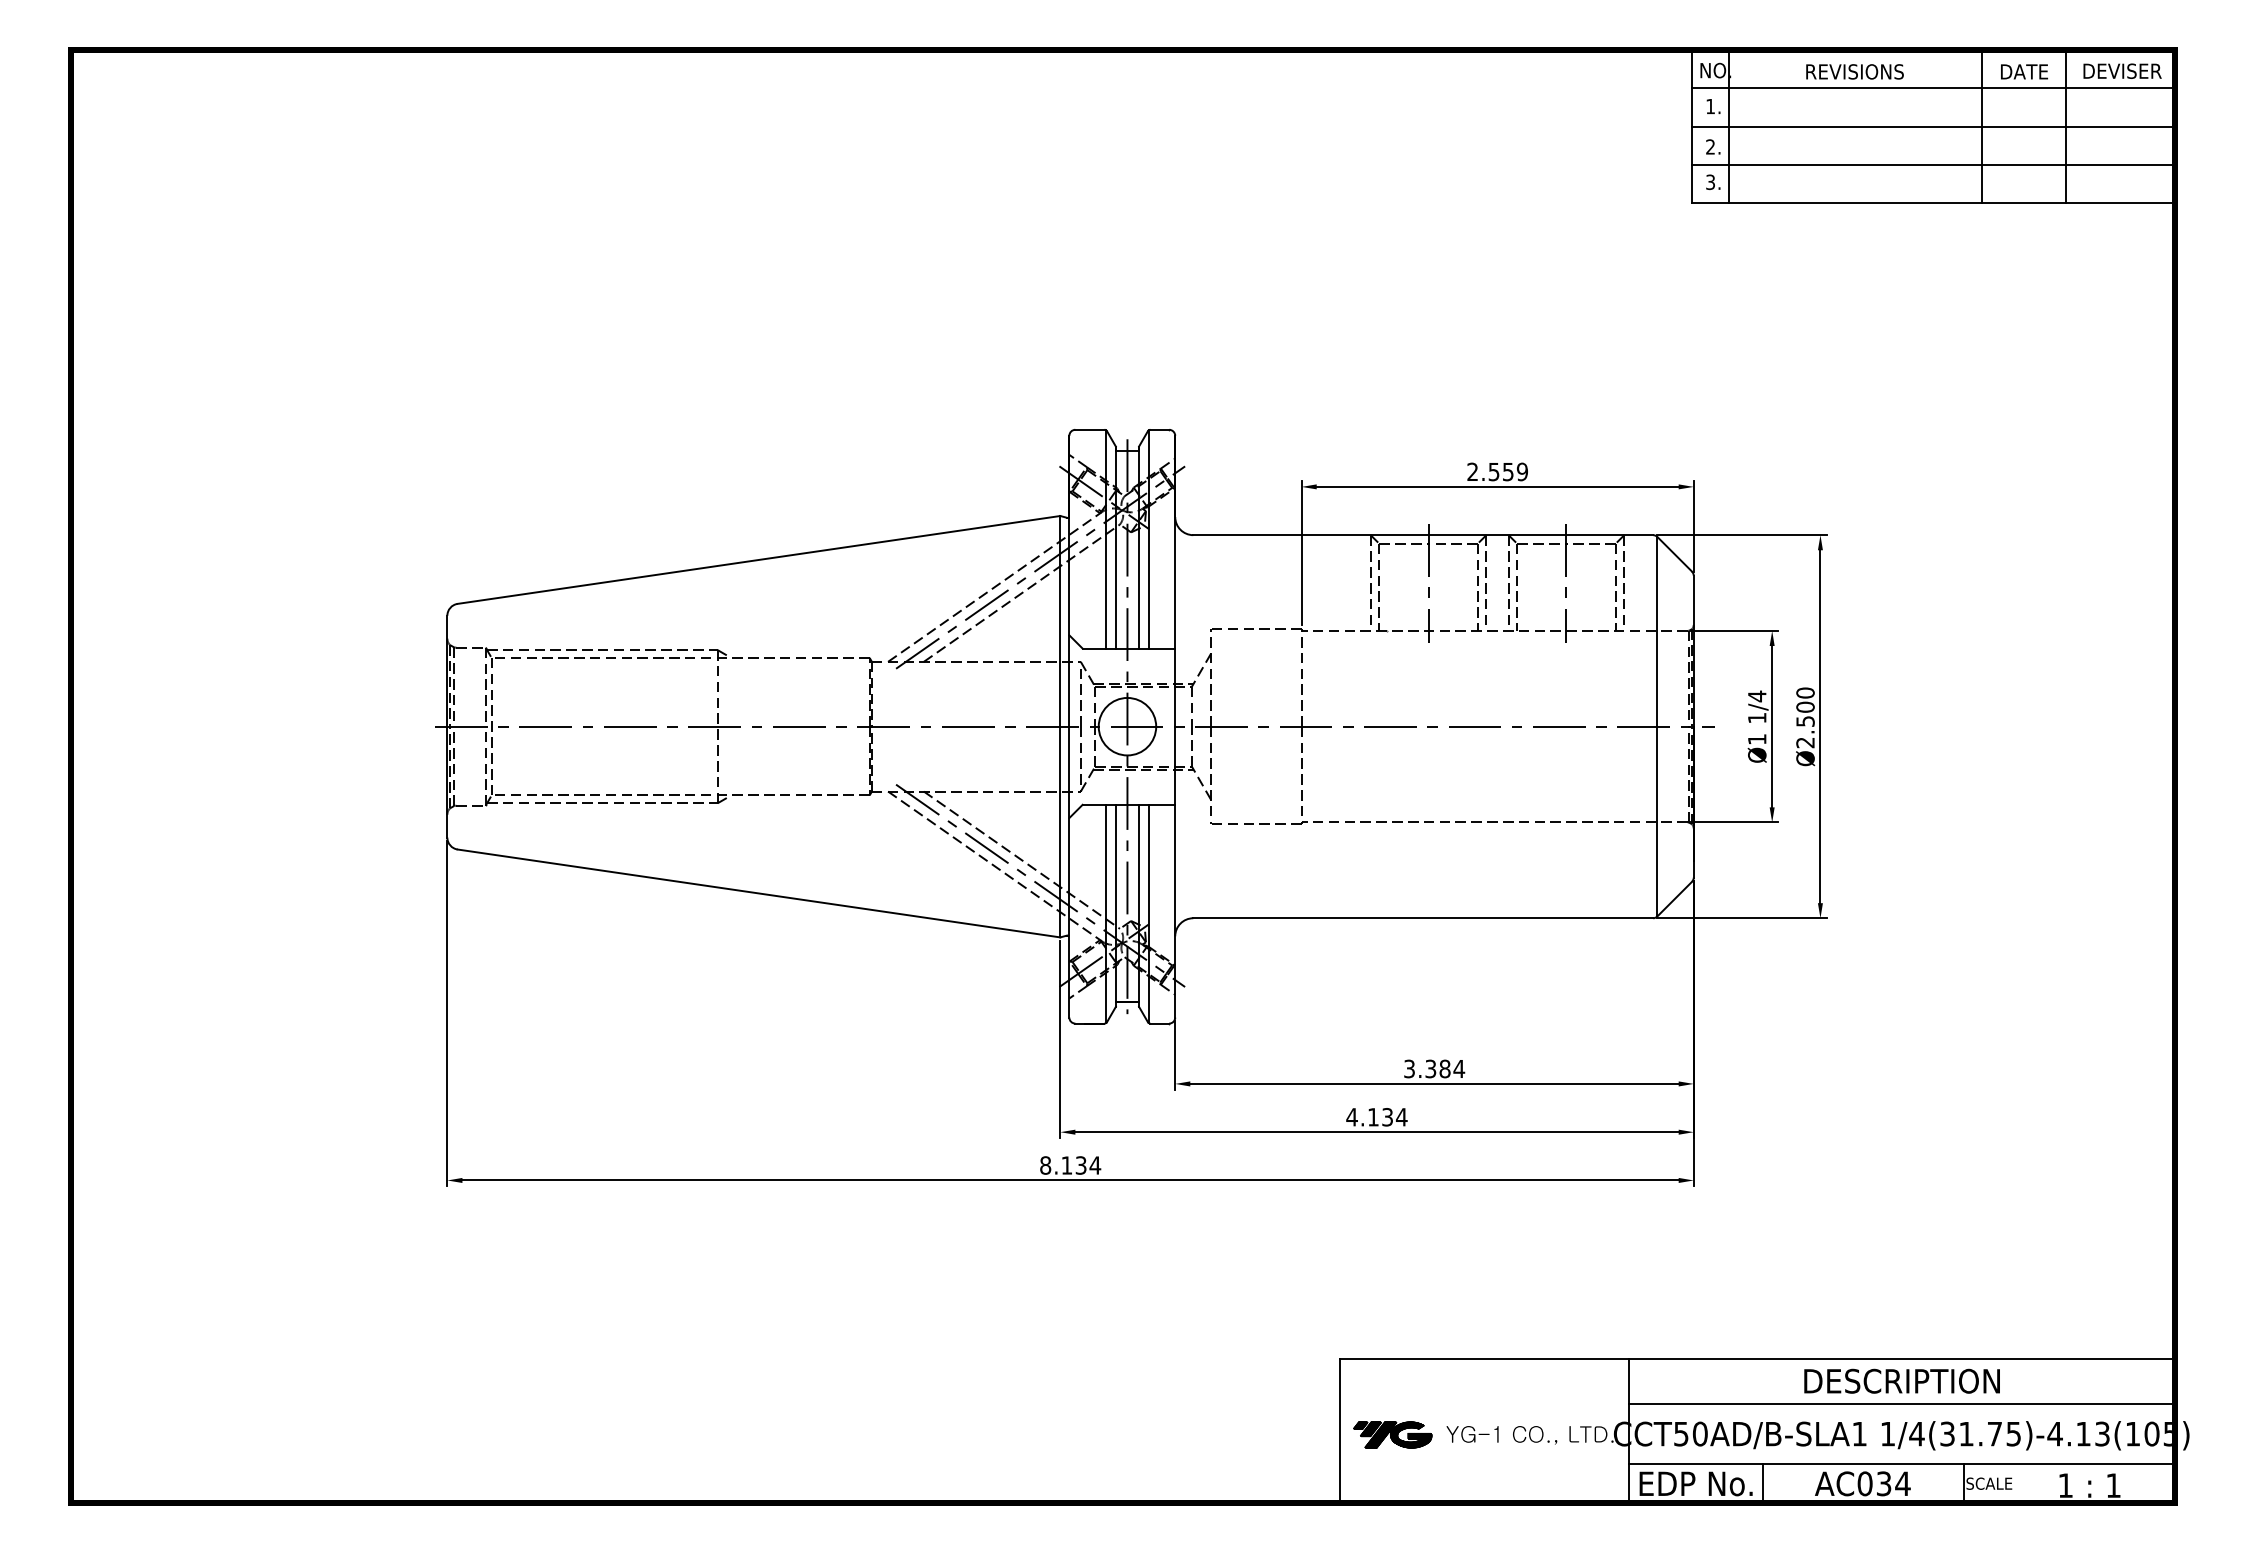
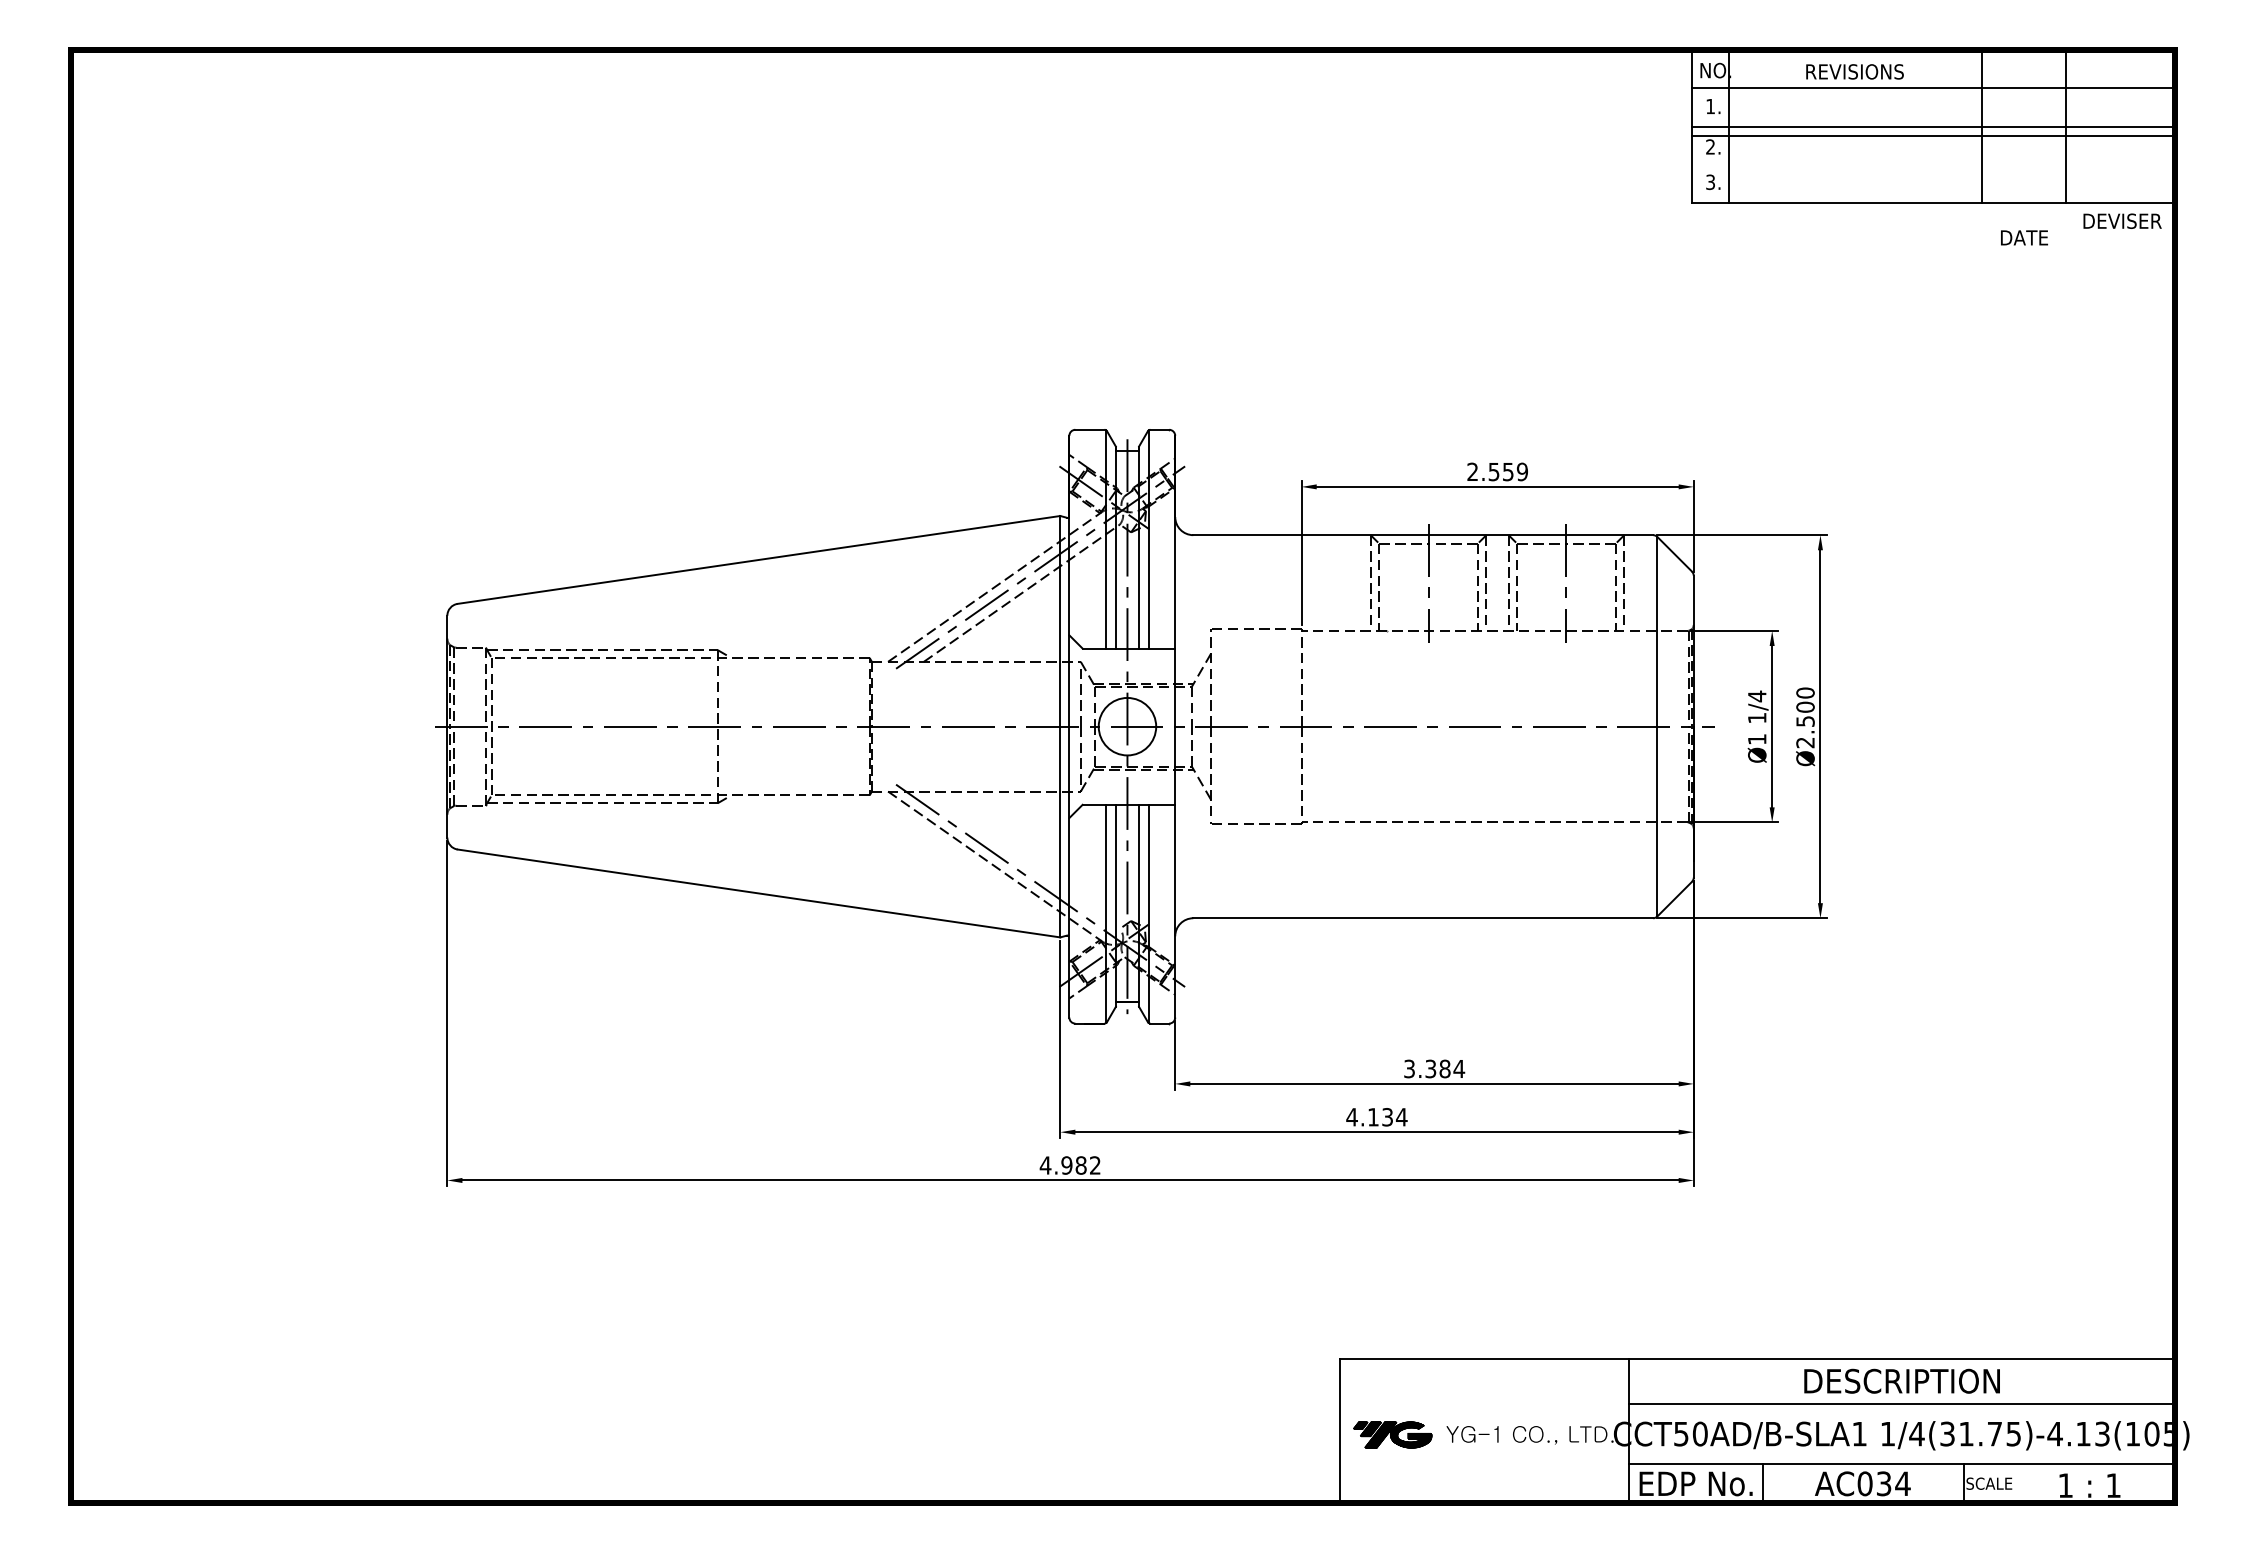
text at (2122, 70) position: (2122, 70) -> (2122, 220)
text at (2024, 71) position: (2024, 71) -> (2024, 237)
line at (1933, 165) position: (1933, 165) -> (1933, 136)
line at (1021, 859): present -> none
text at (1070, 1165): 8.134 -> 4.982
